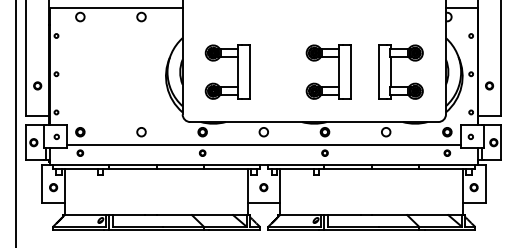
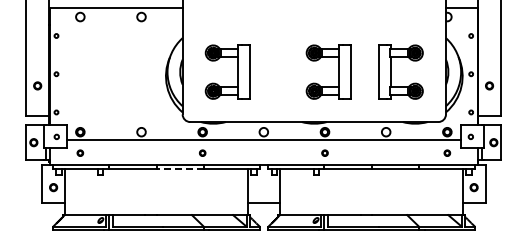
line at (15, 123): present -> none
line at (263, 145) position: (263, 145) -> (263, 140)
line at (180, 169): solid -> dashed
part at (263, 187): present -> none
